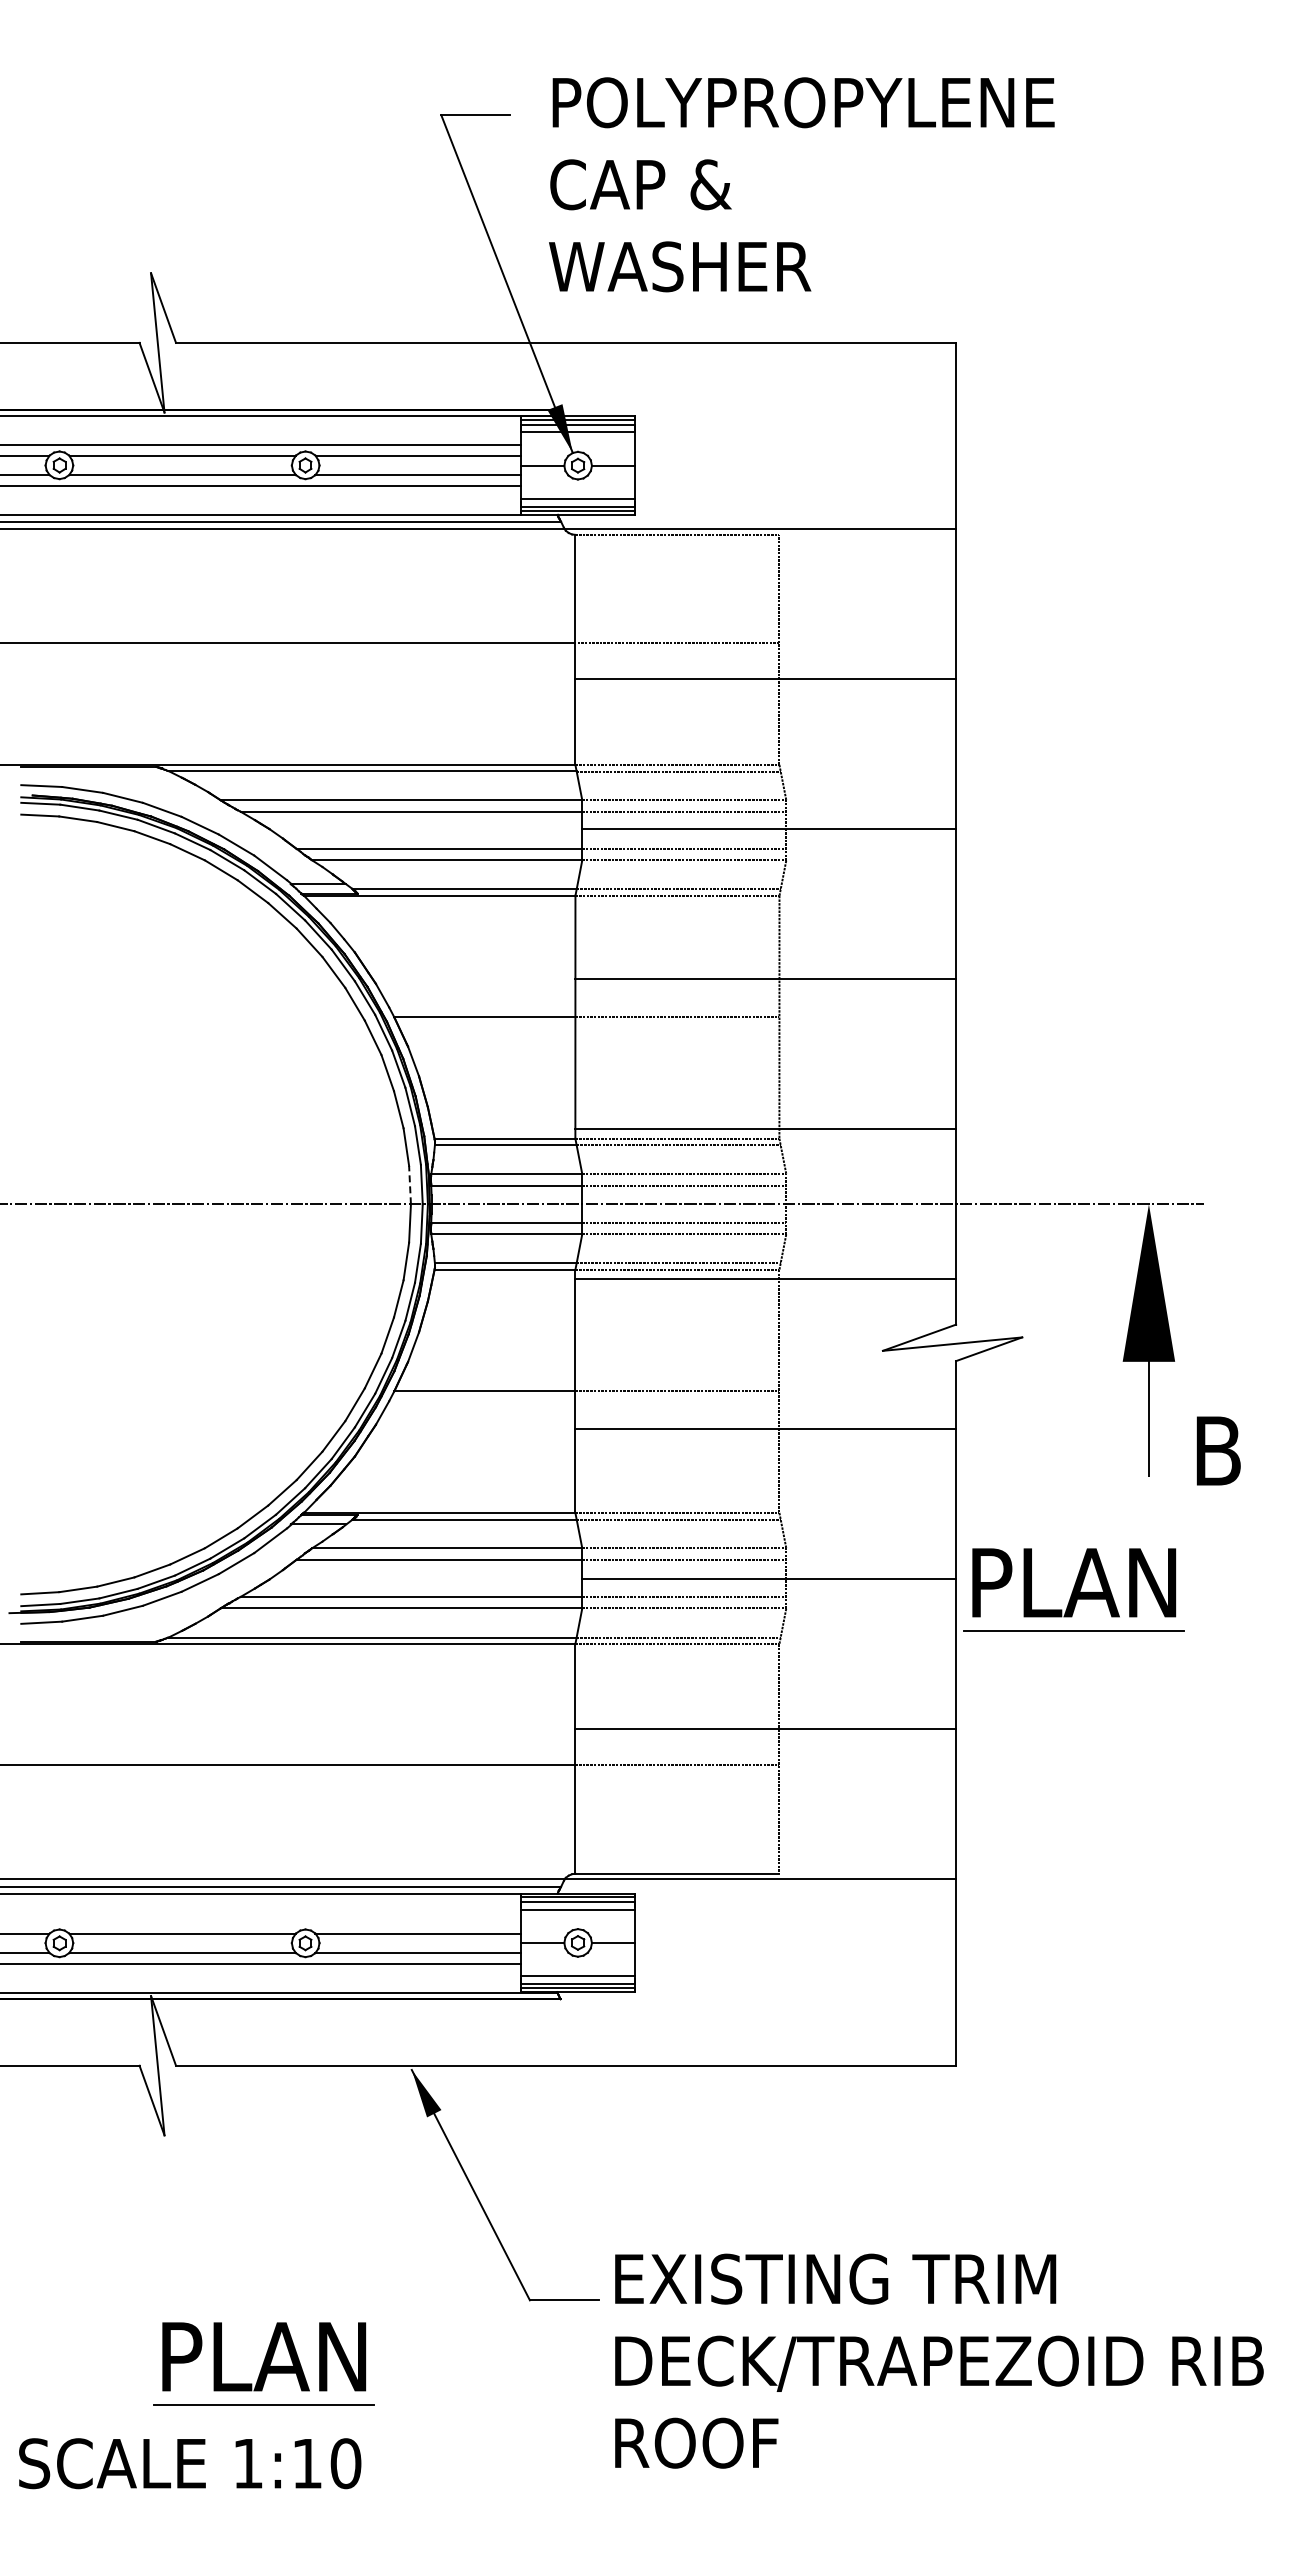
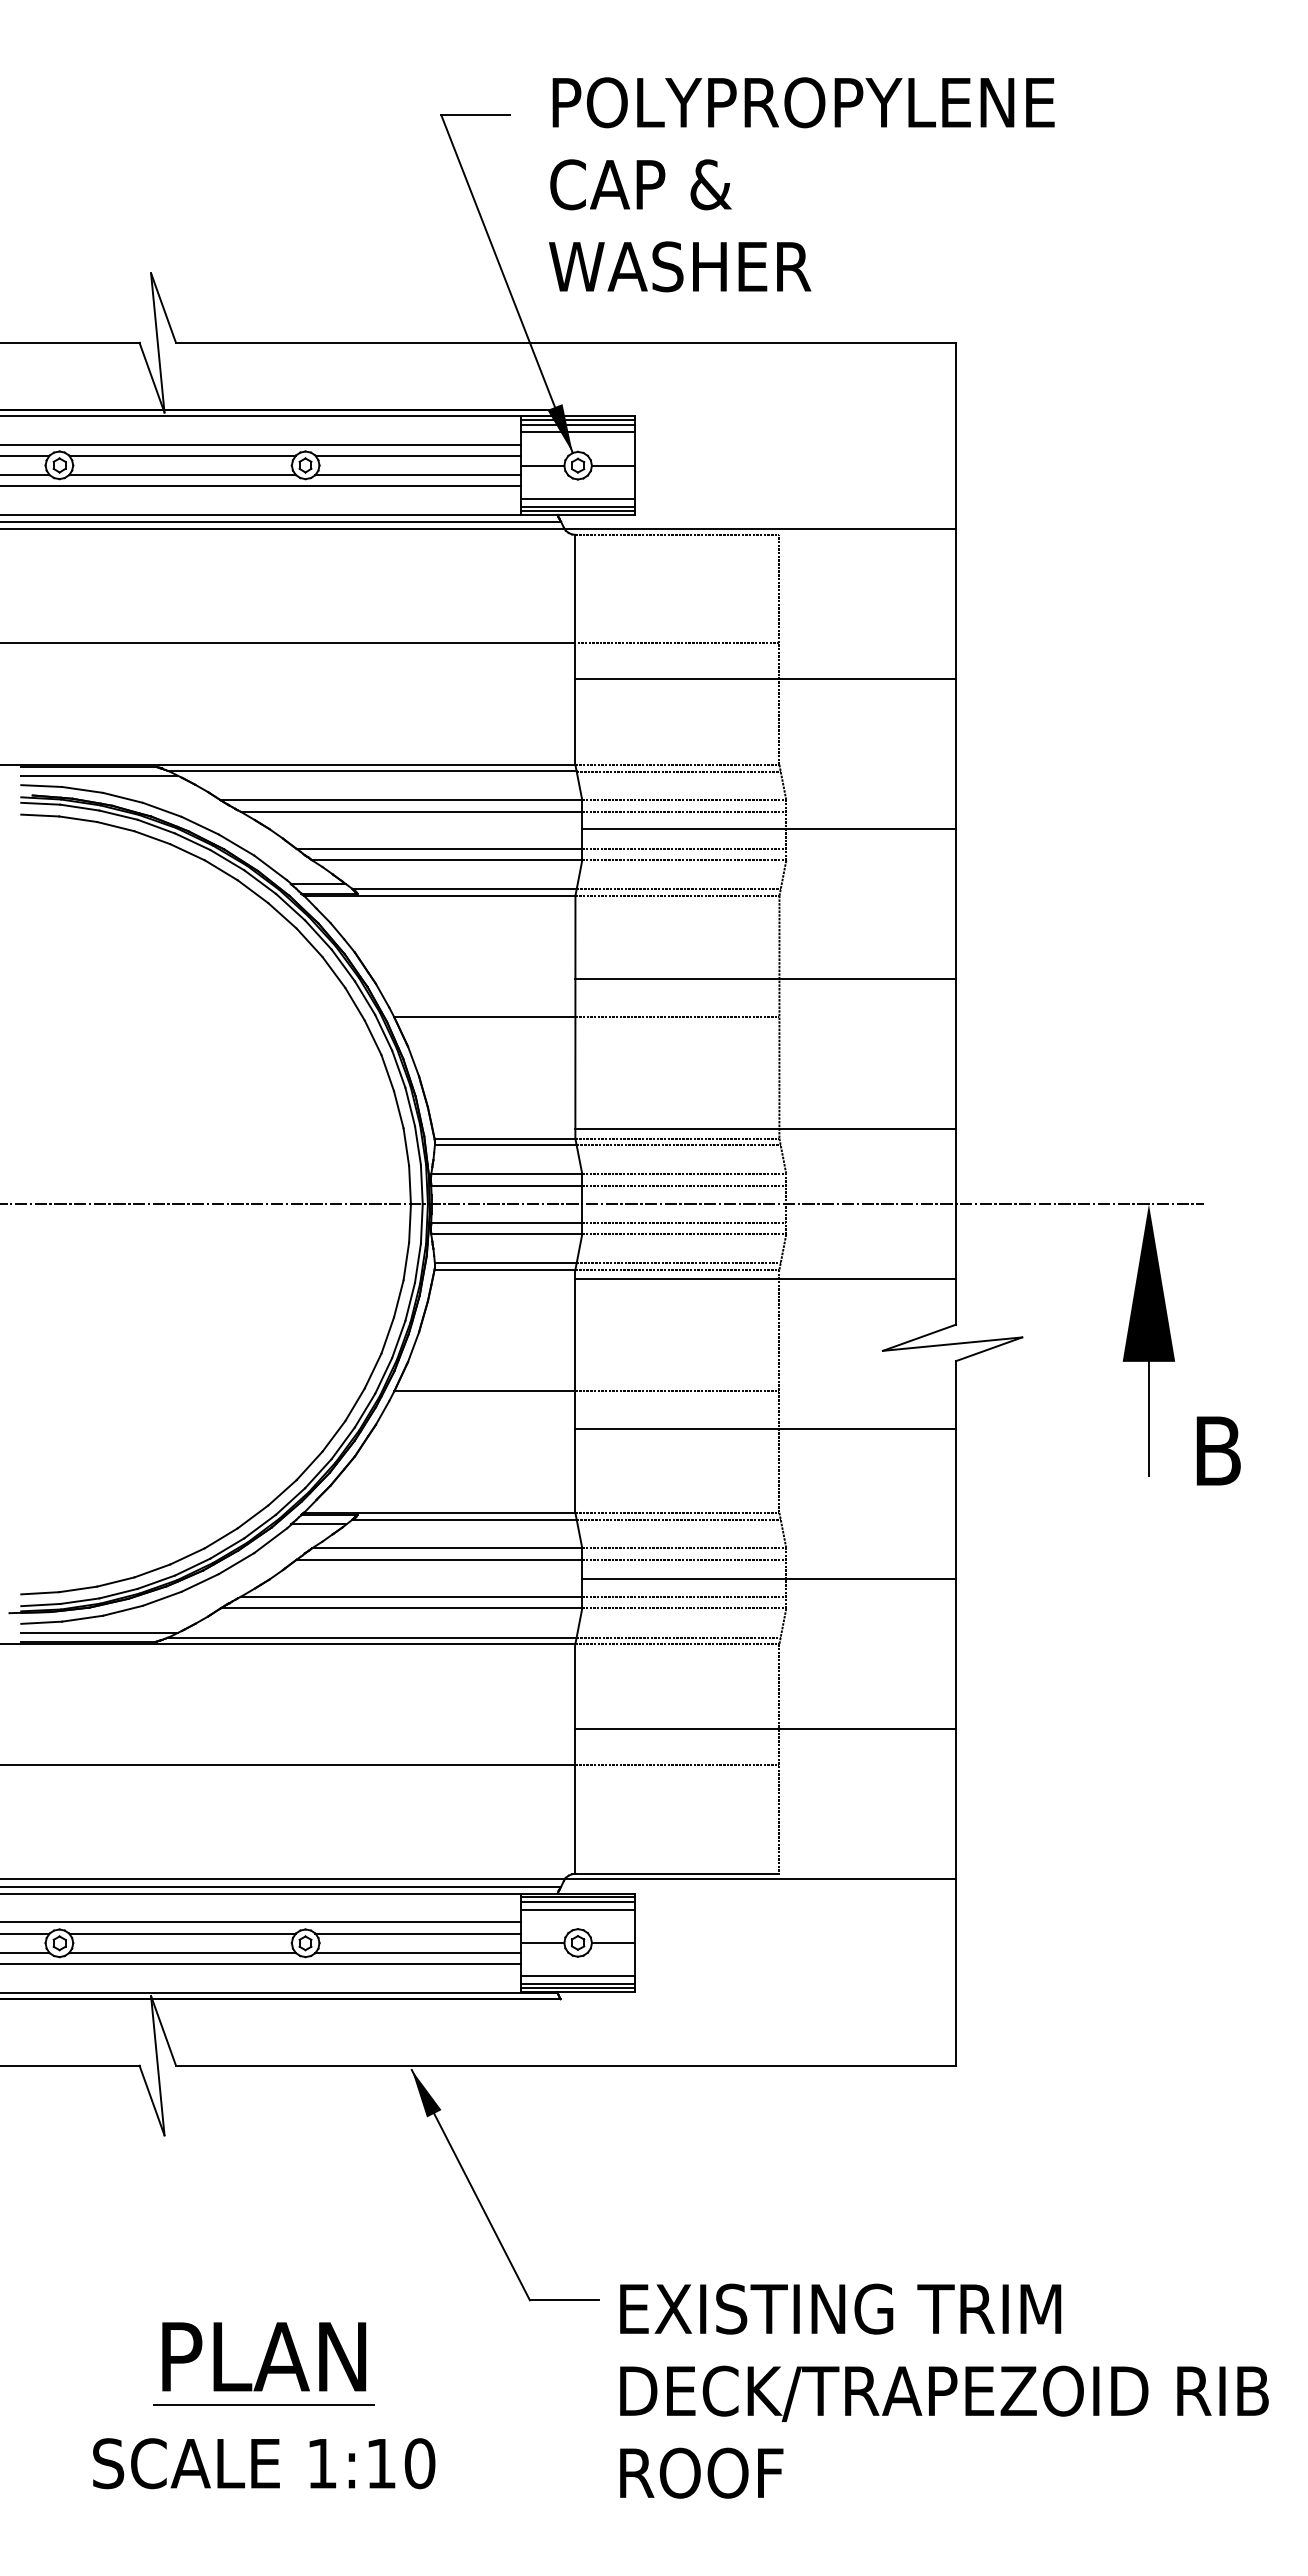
line at (99, 775): none -> present
line at (410, 1184): dashed -> solid
part at (1073, 1589): present -> none
line at (99, 1632): none -> present
line at (261, 1922): none -> present
text at (939, 2360) position: (939, 2360) -> (944, 2390)
text at (190, 2463) position: (190, 2463) -> (264, 2463)
